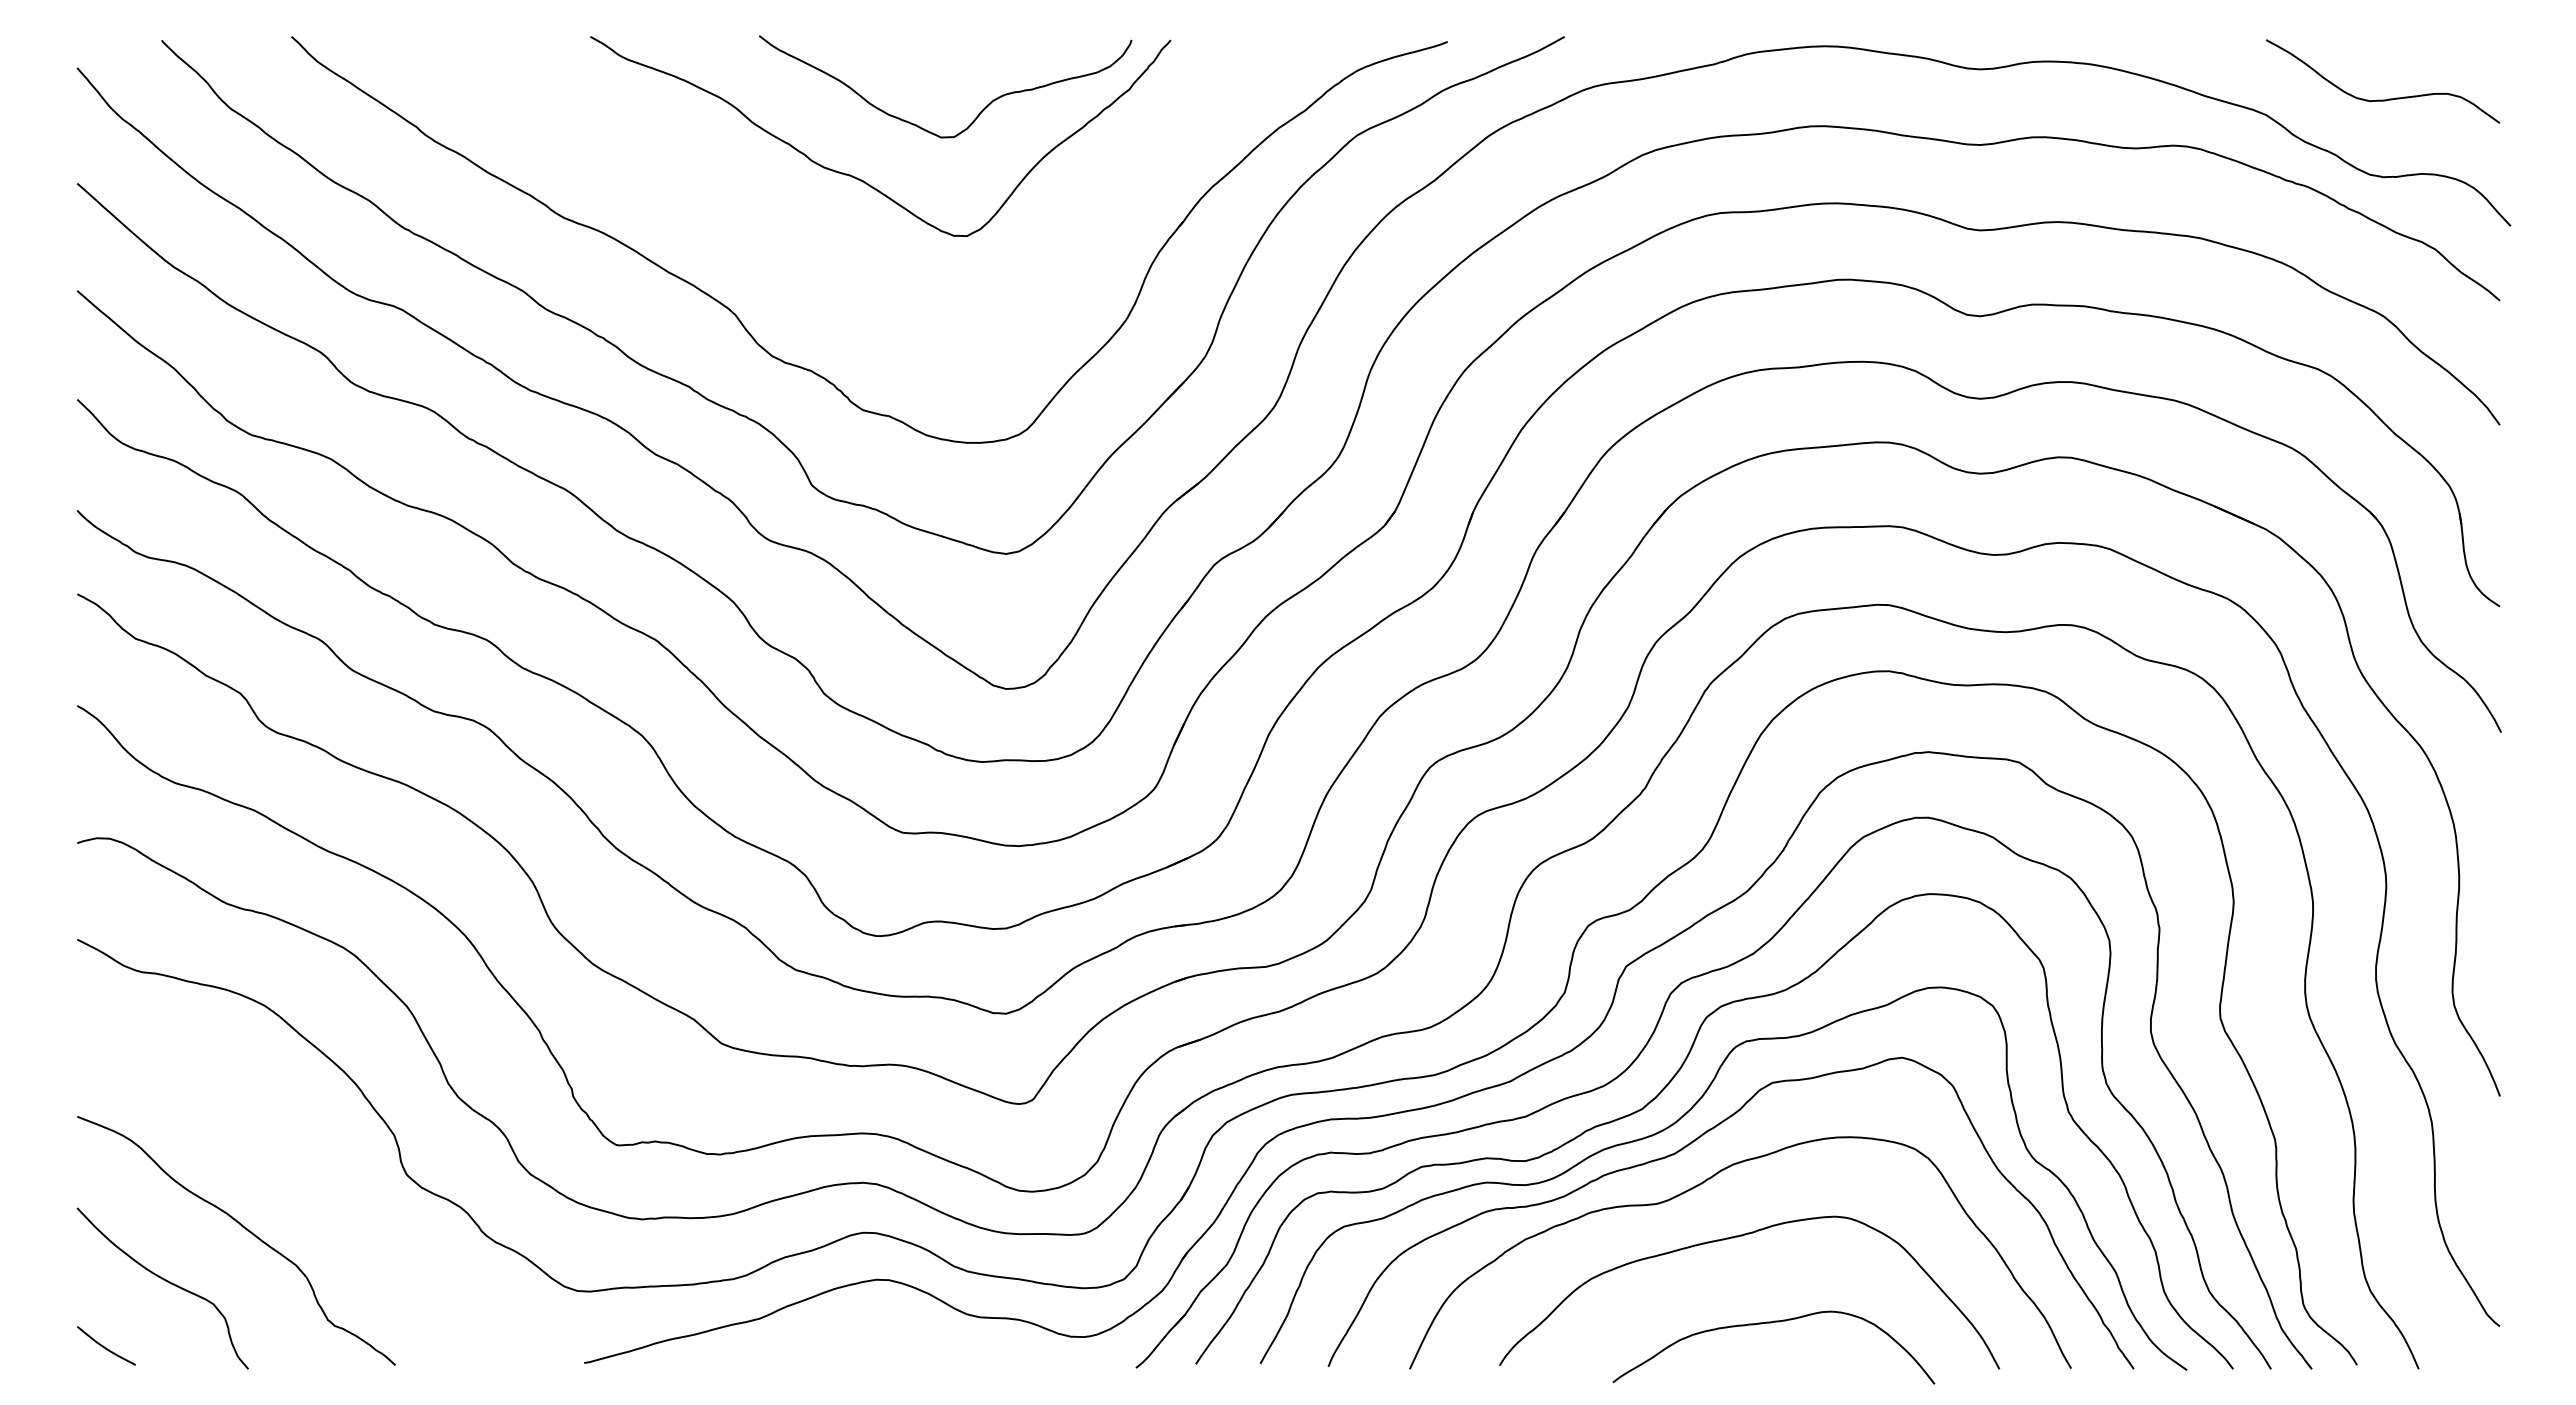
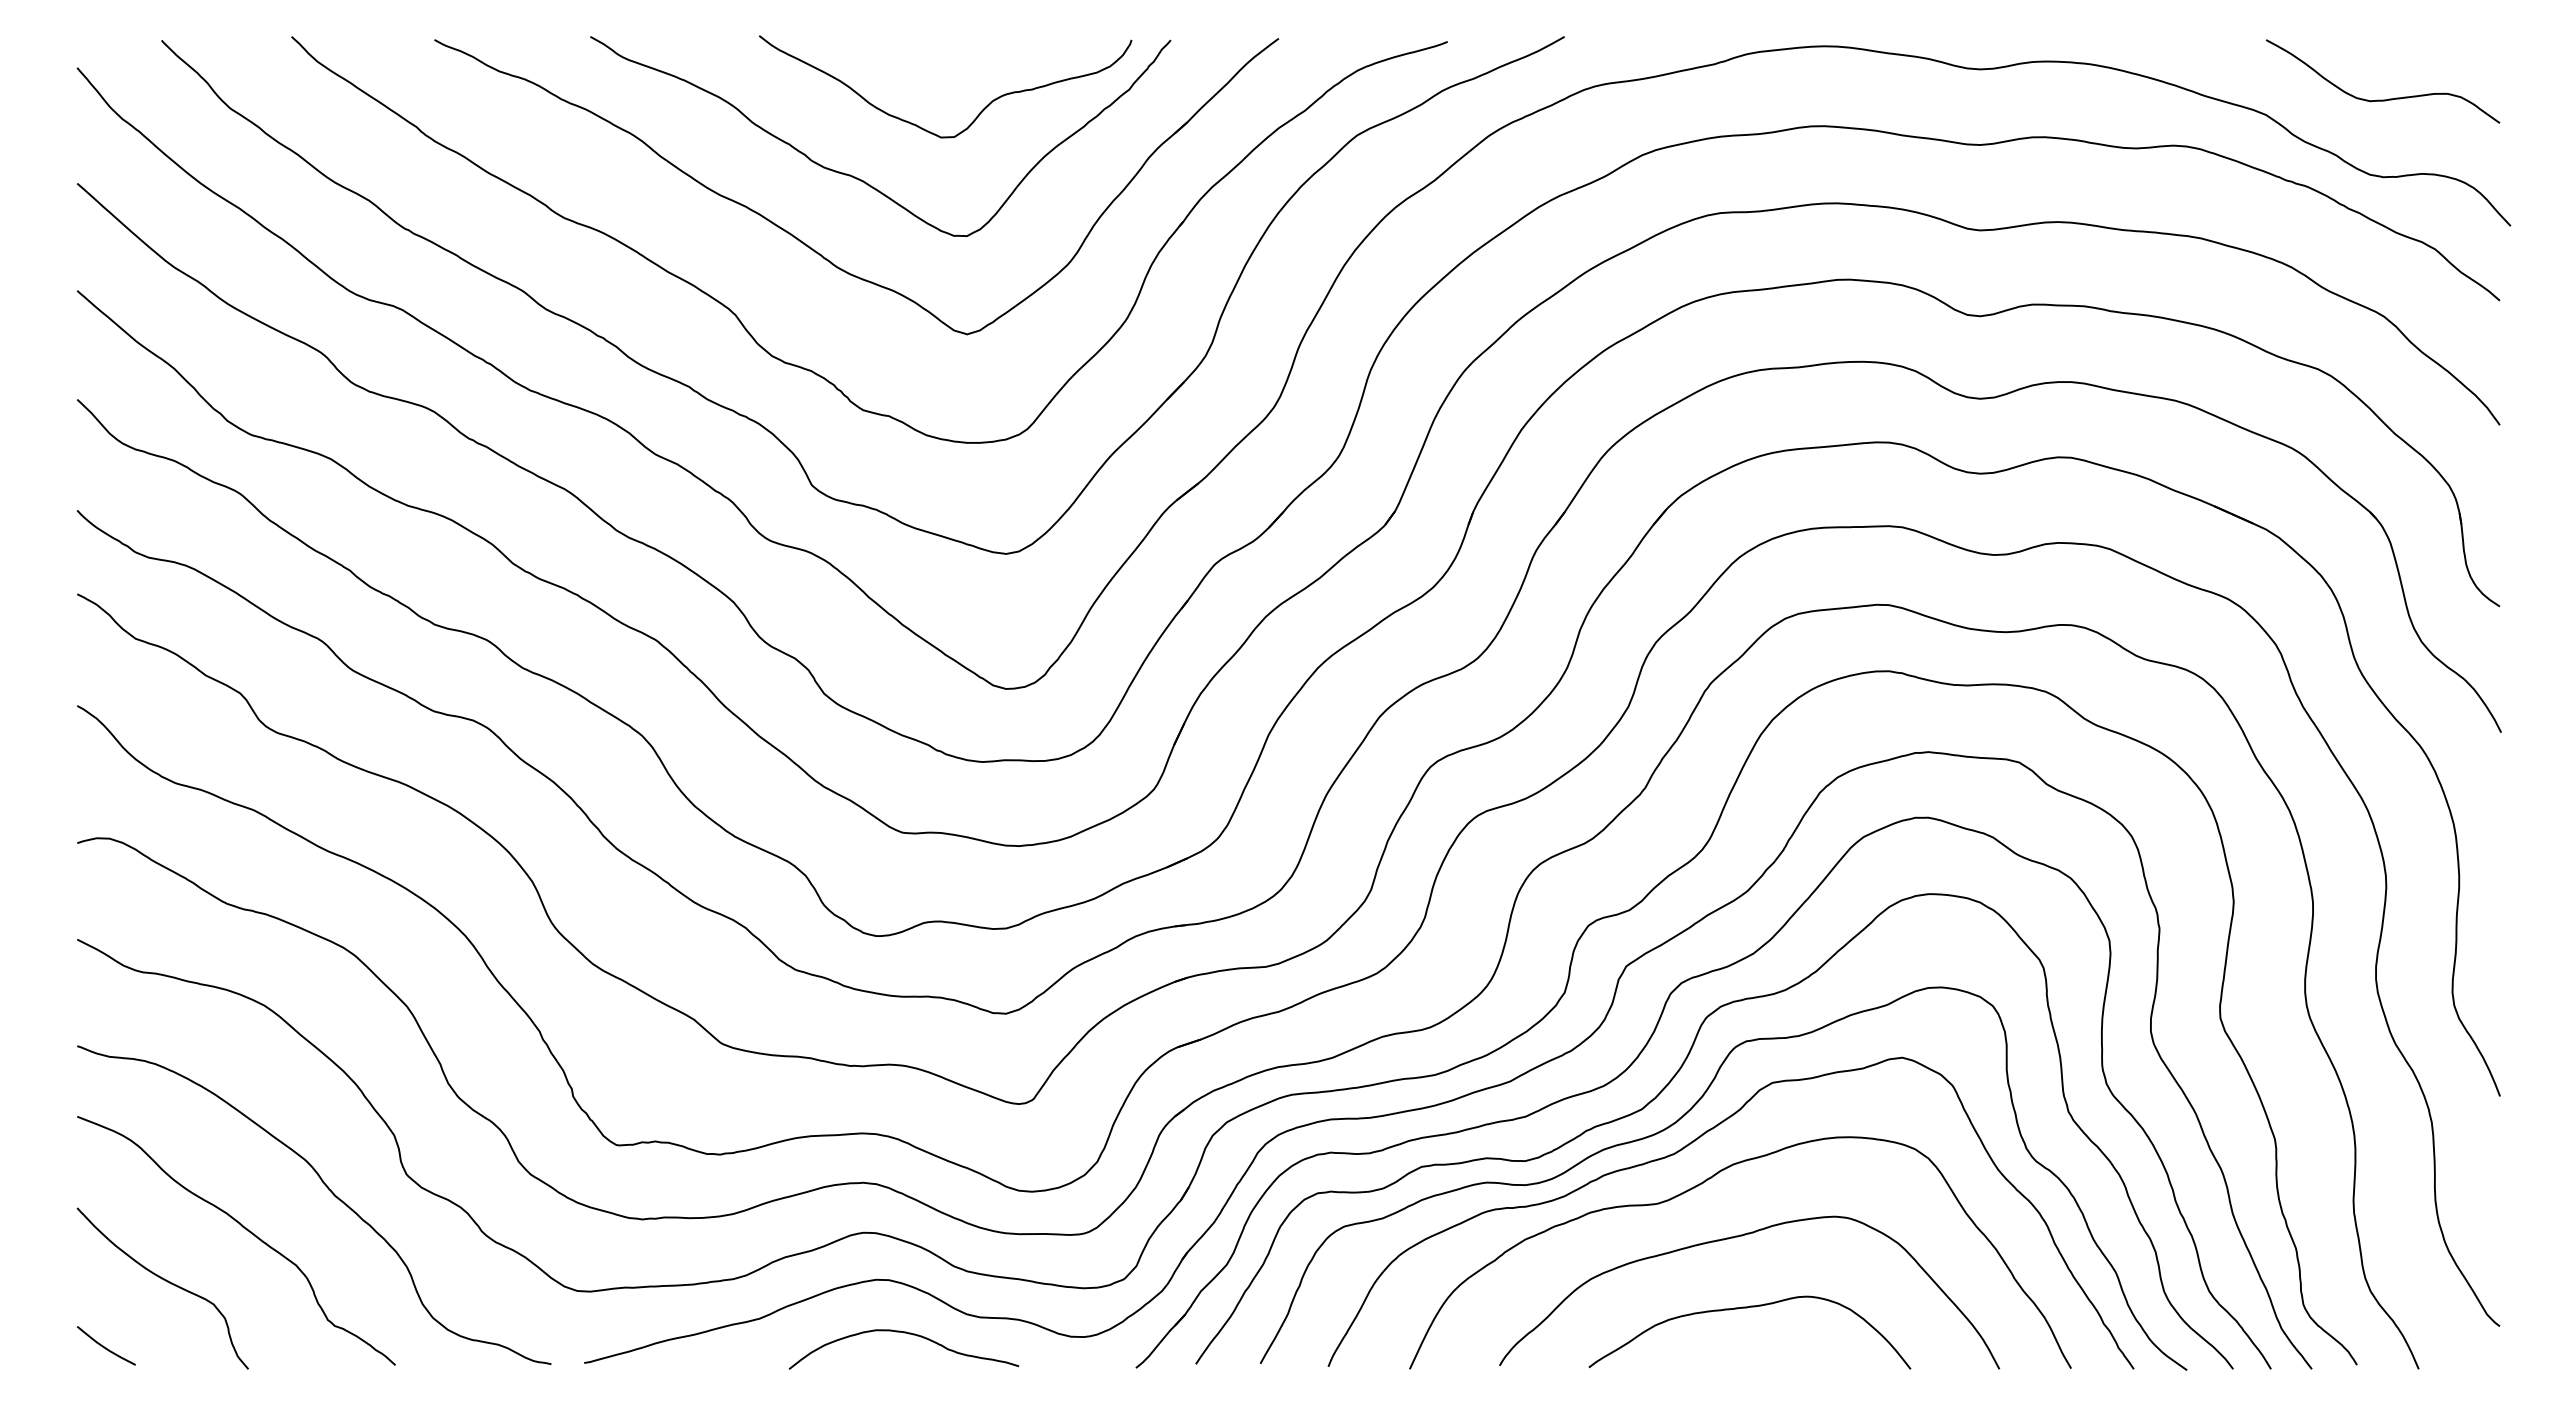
part at (810, 246): none -> present
curve at (331, 1193): none -> present
curve at (1771, 1323) position: (1771, 1323) -> (1747, 1308)
curve at (908, 1334): none -> present
